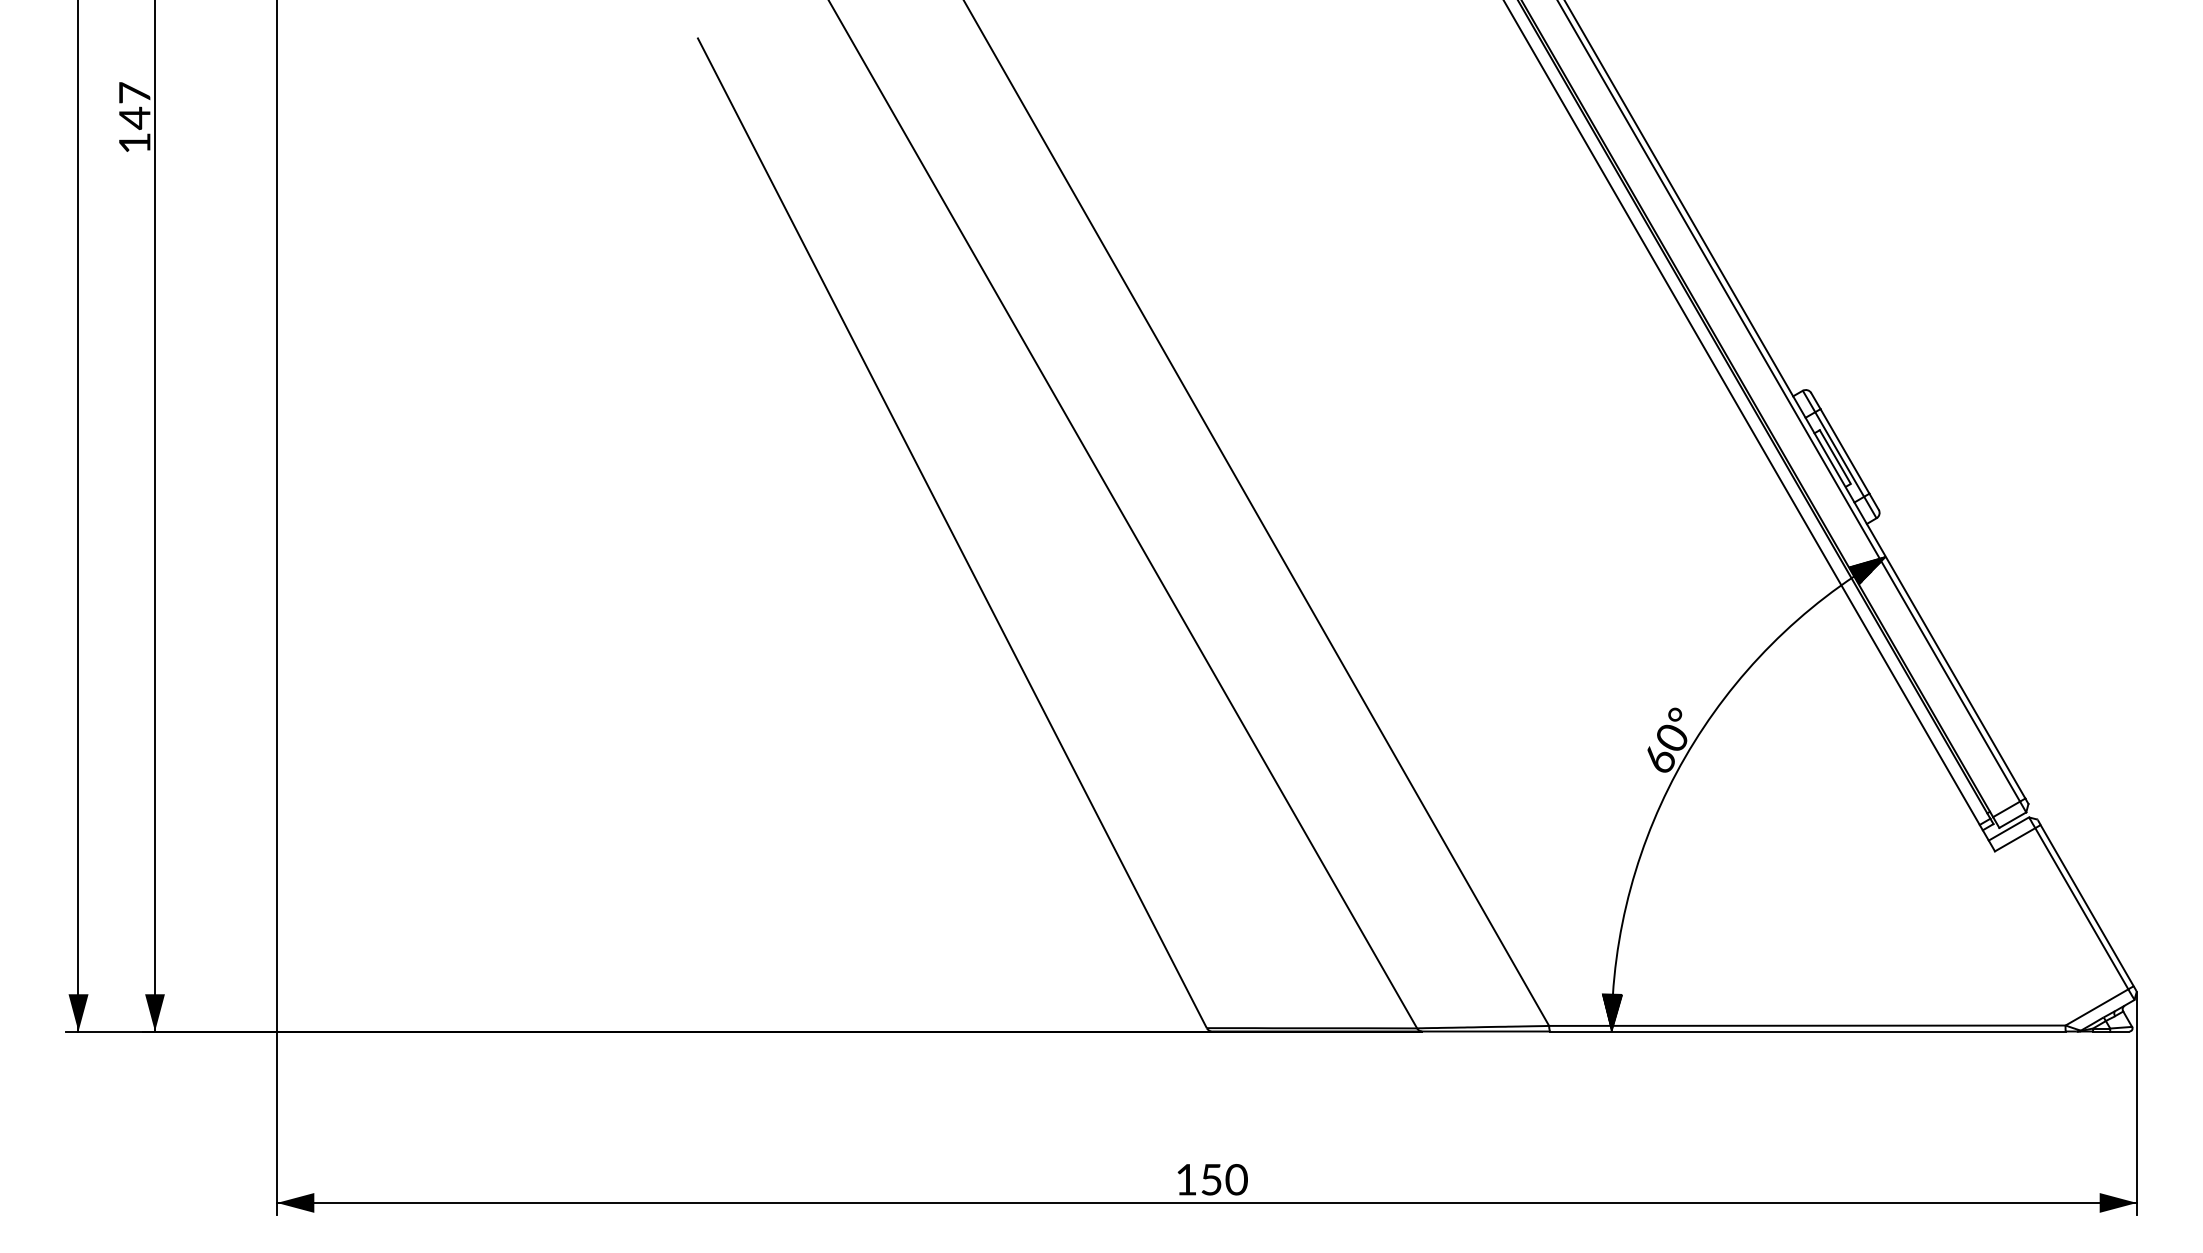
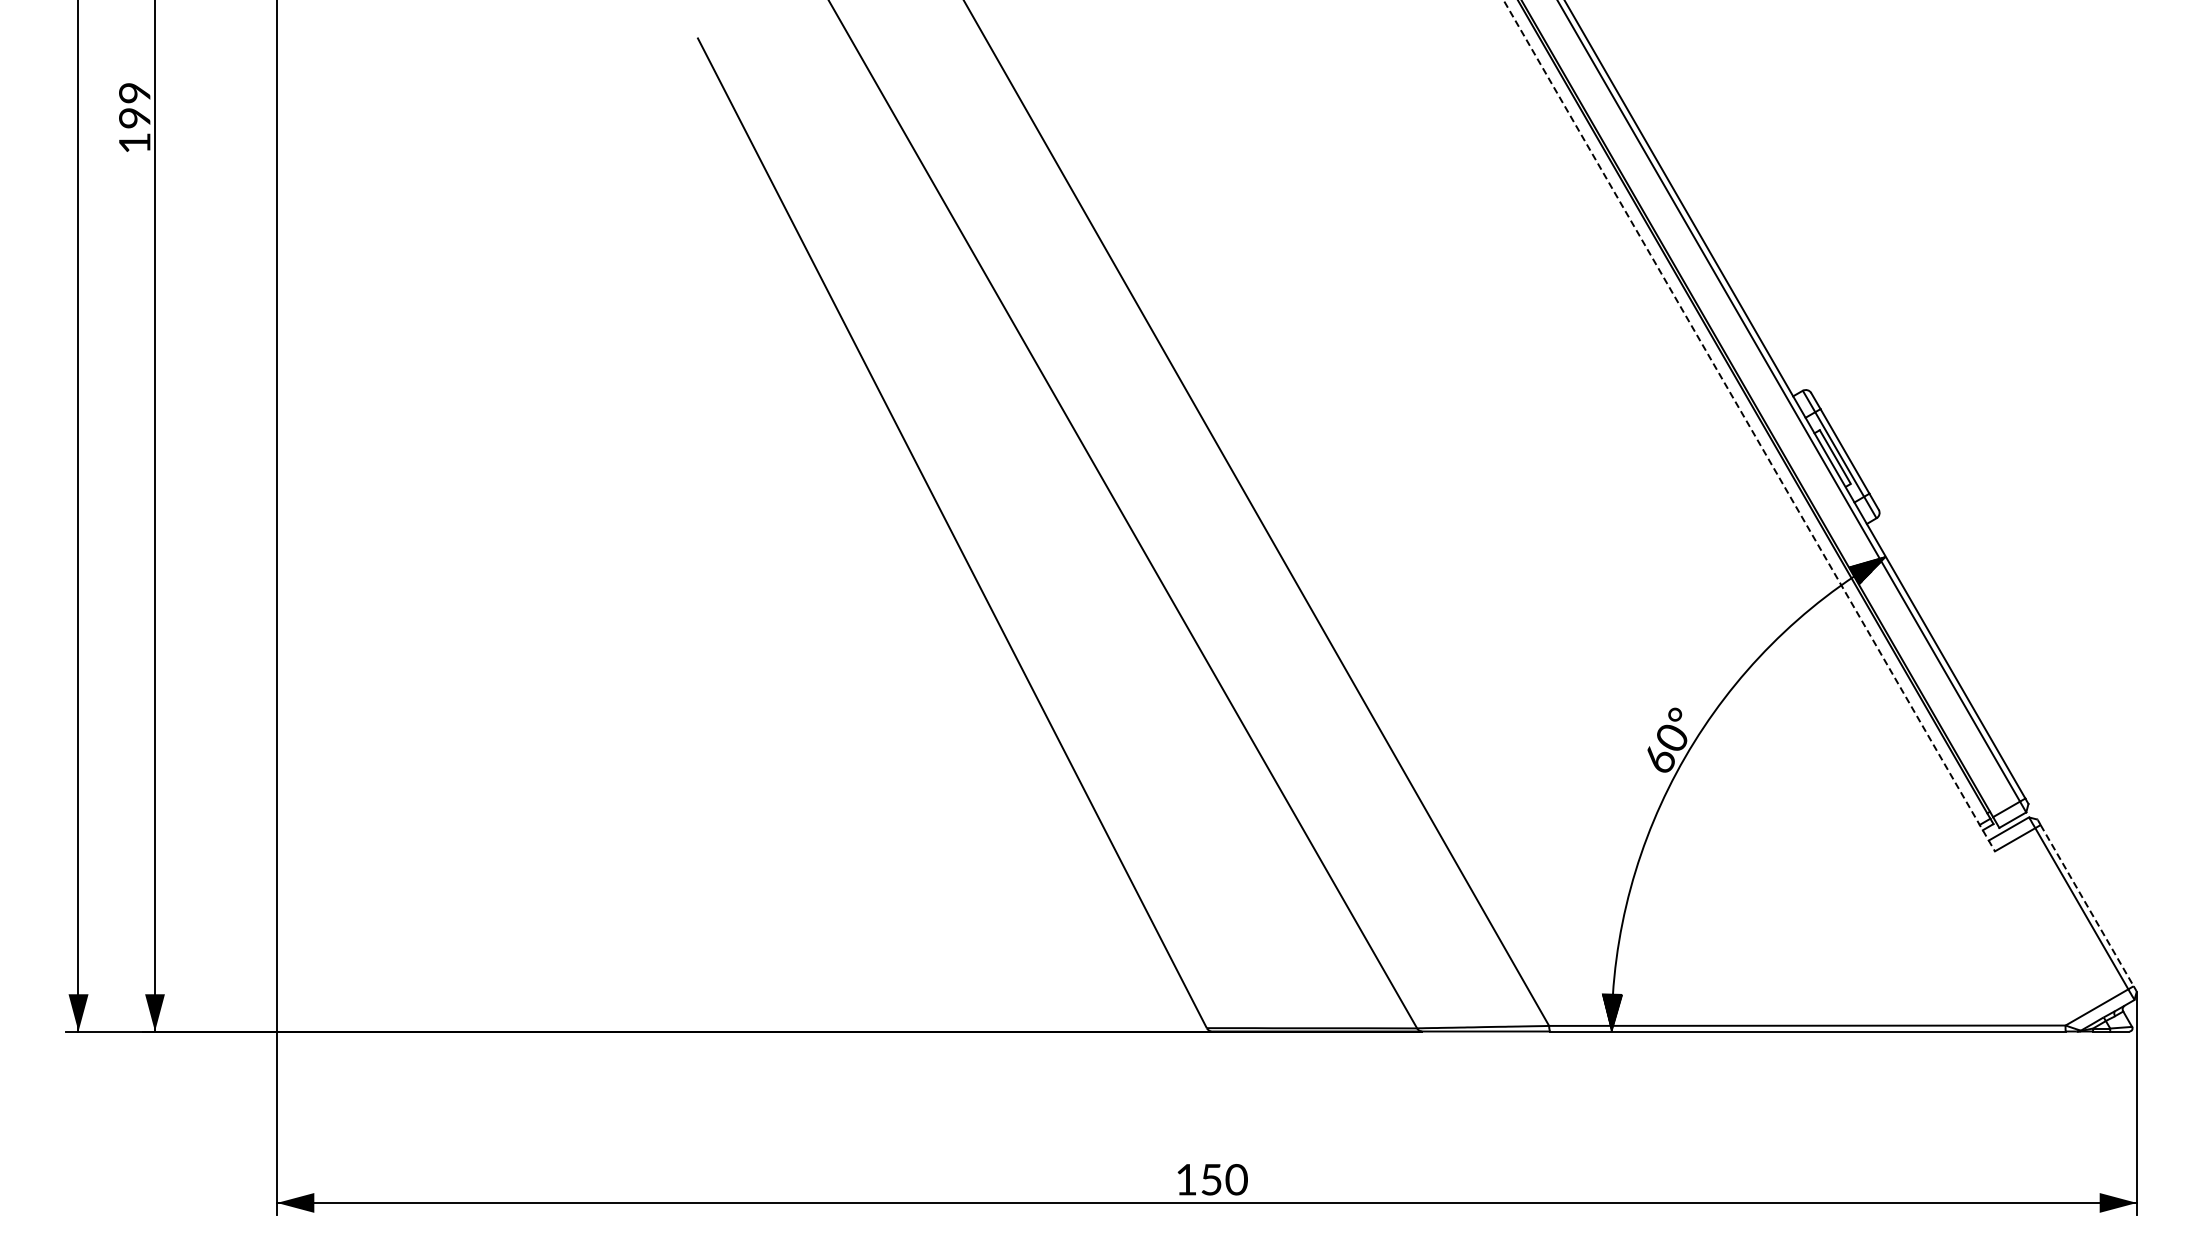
text at (134, 106): 147 -> 199
line at (1749, 426): solid -> dashed
line at (2087, 906): solid -> dashed
